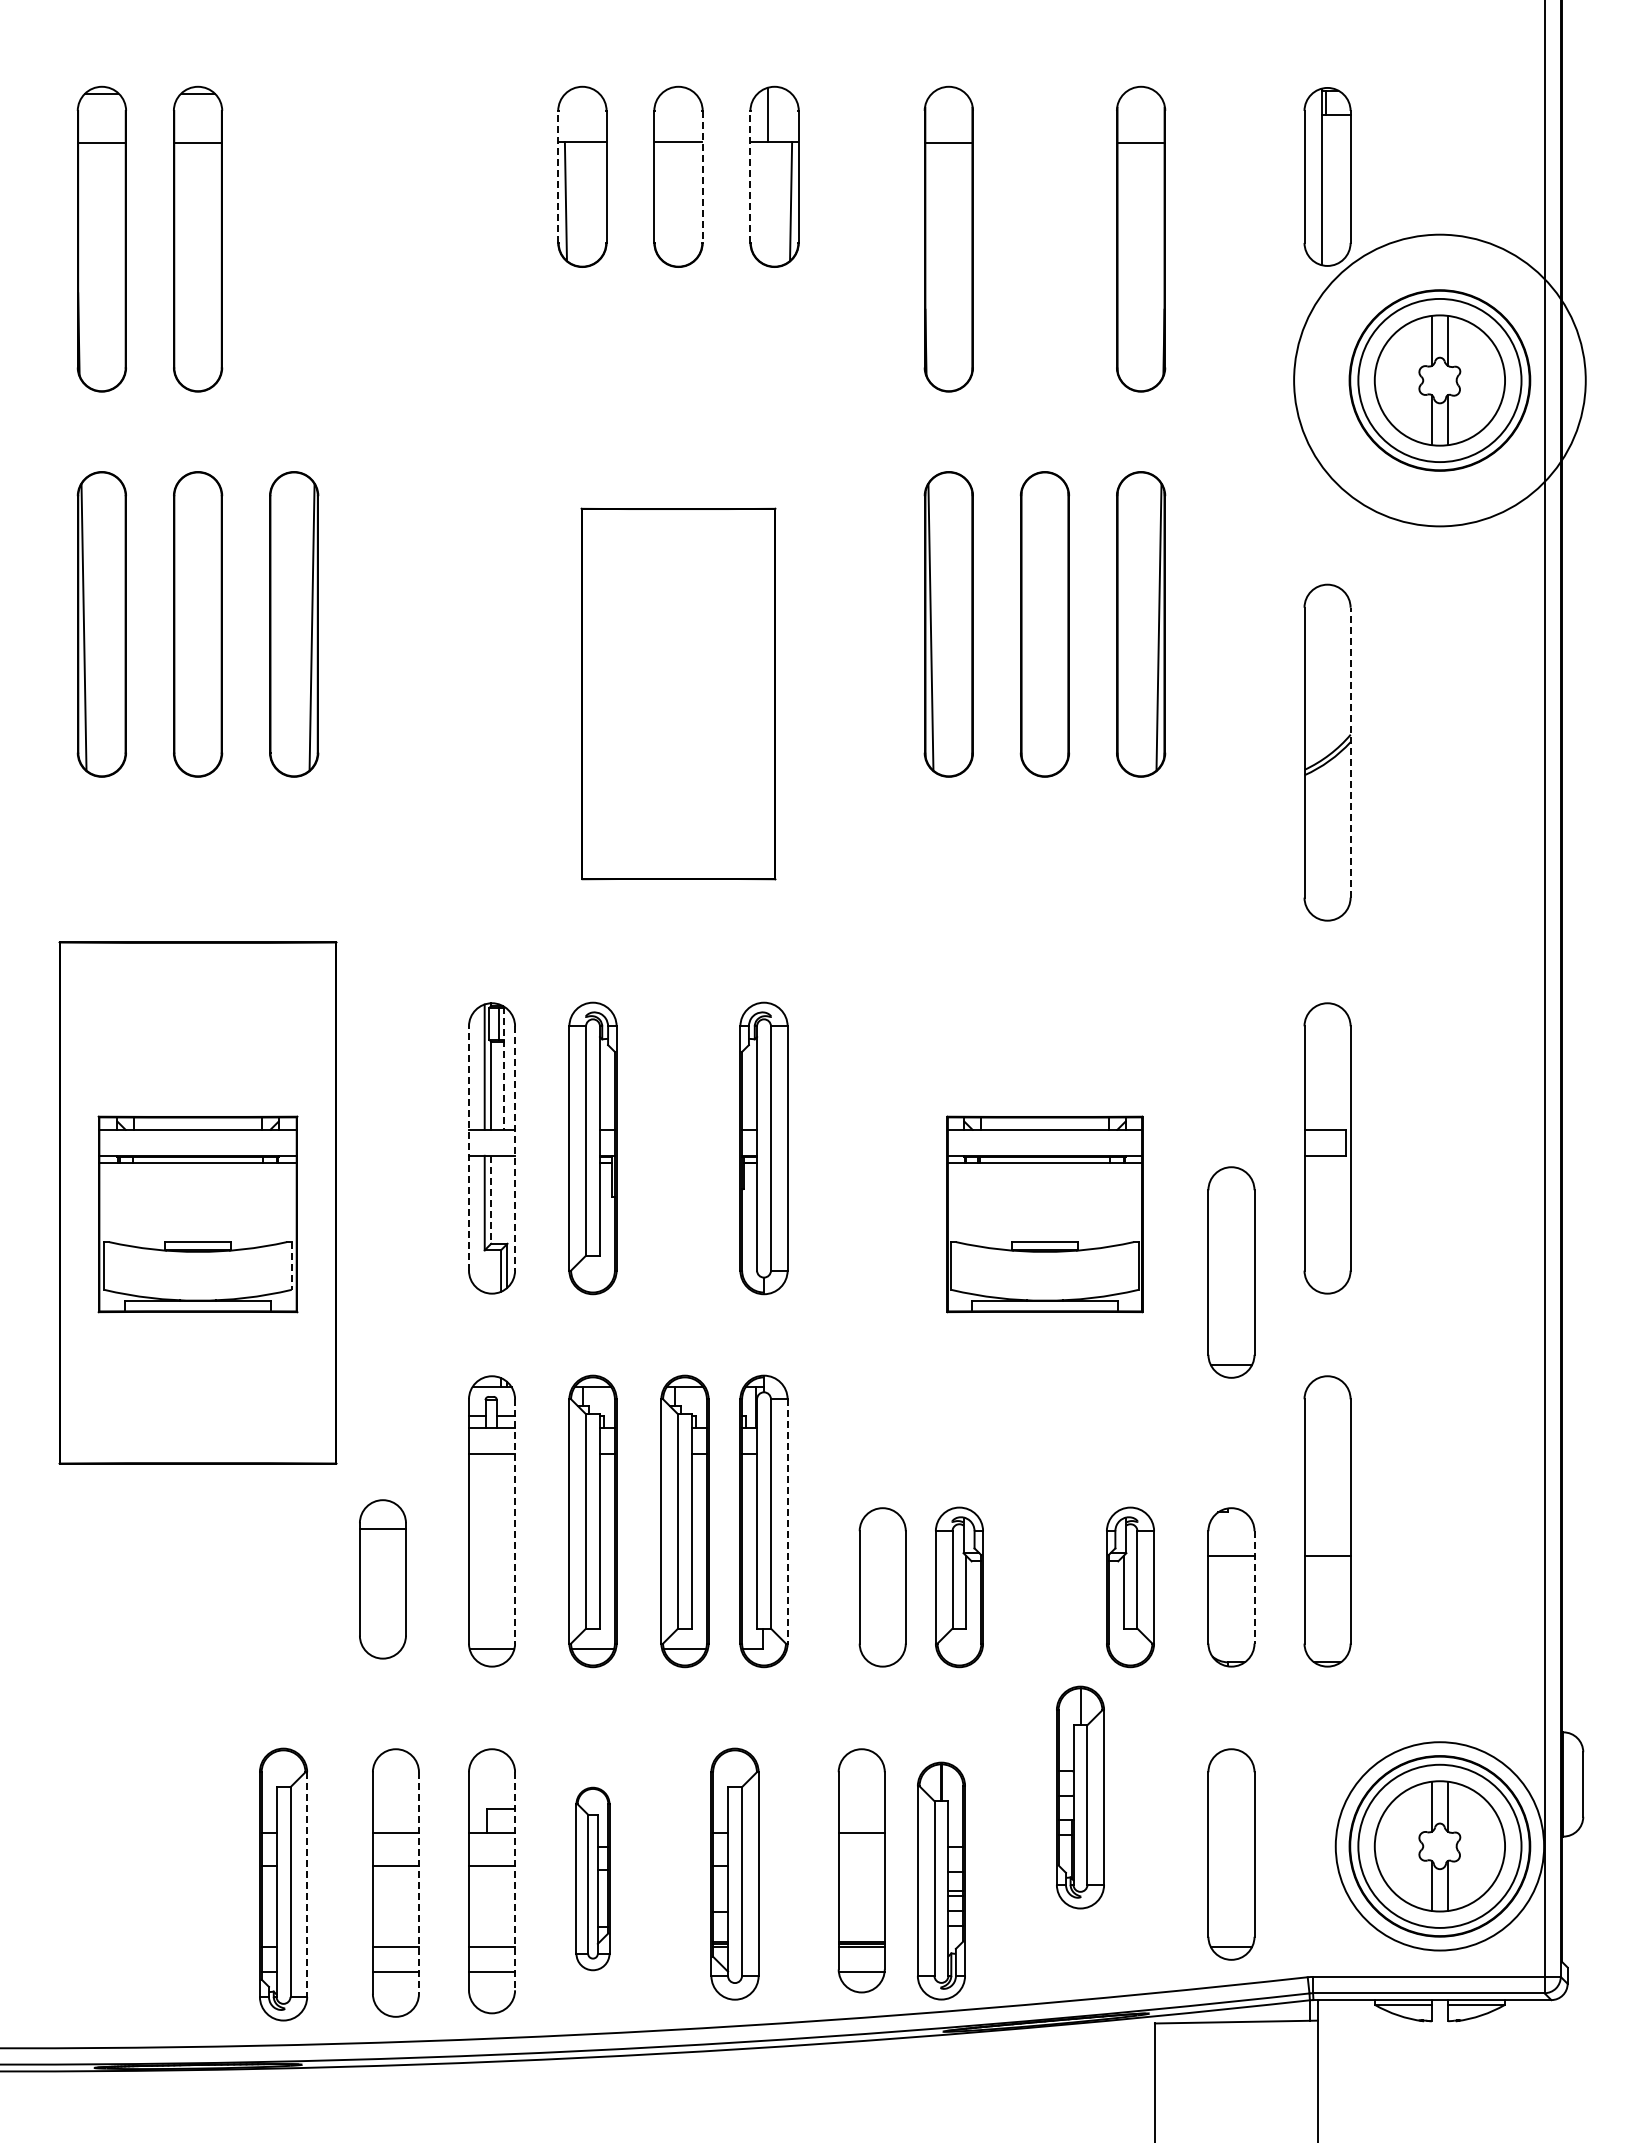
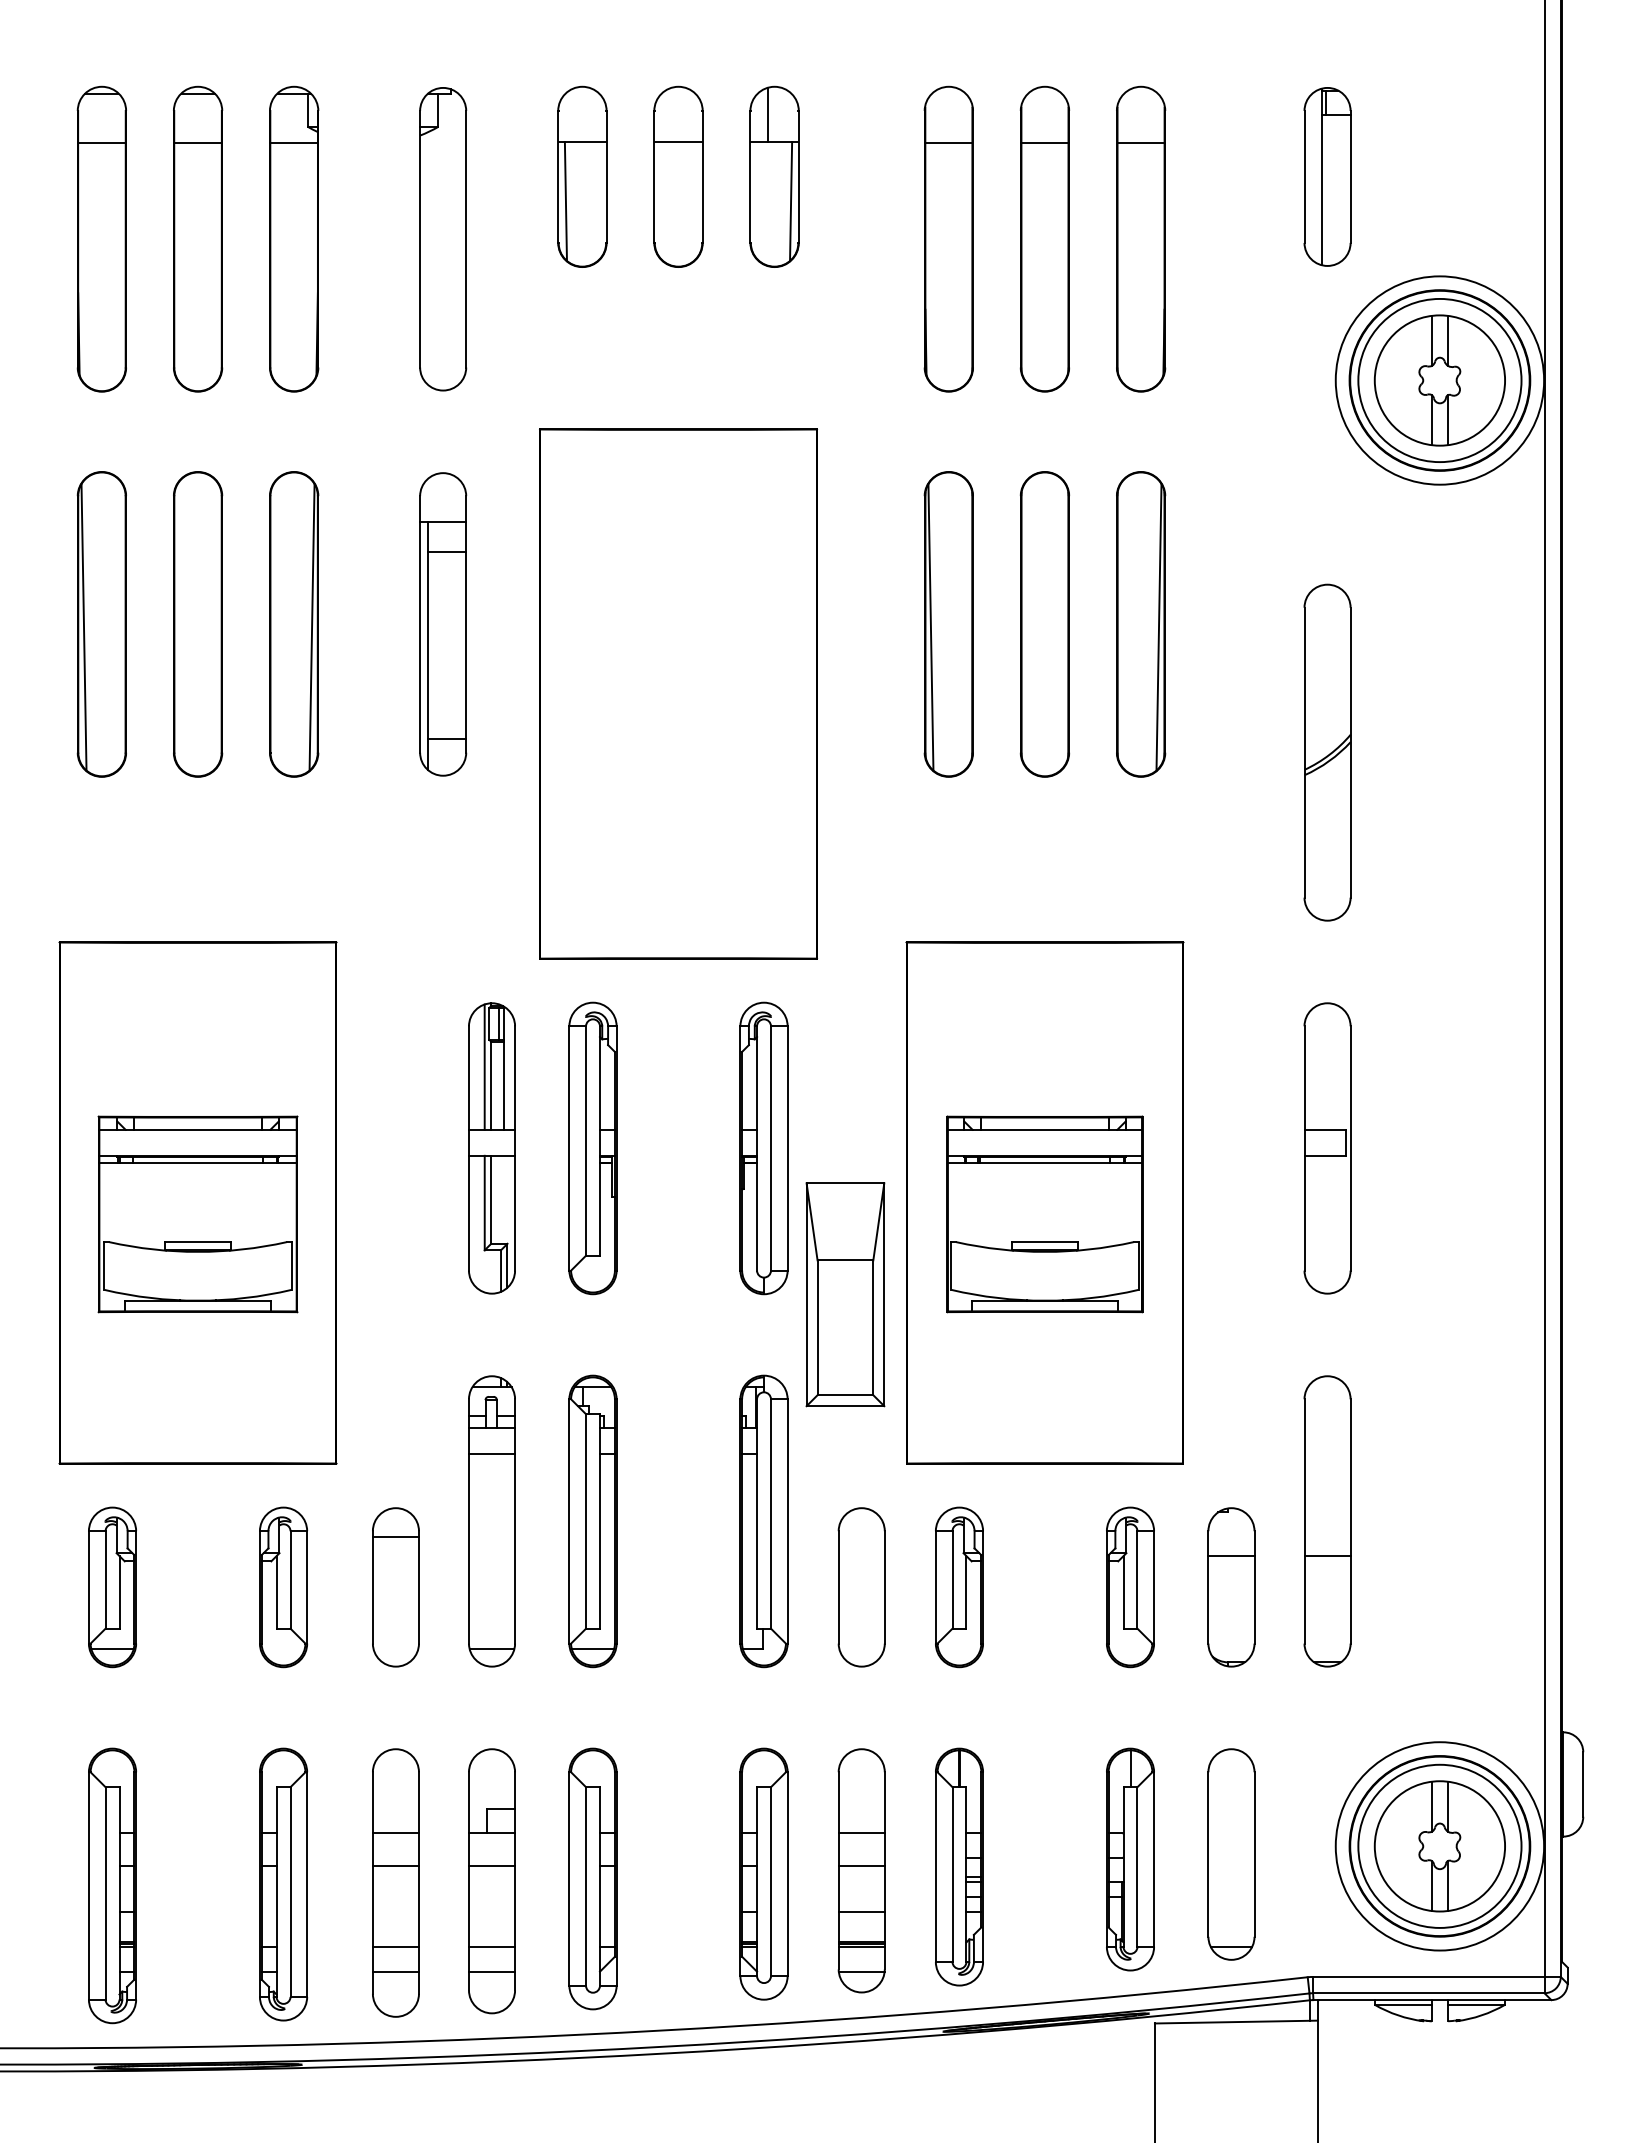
line at (558, 176): dashed -> solid
line at (702, 176): dashed -> solid
line at (750, 176): dashed -> solid
part at (294, 238): none -> present
part at (1044, 238): none -> present
part at (443, 239): none -> present
circle at (1439, 380) diameter: 292 px -> 208 px
part at (443, 624): none -> present
part at (678, 693) size: 197x374 px -> 279x532 px
line at (1350, 752): dashed -> solid
line at (504, 1068): dashed -> solid
line at (468, 1147): dashed -> solid
line at (515, 1148): dashed -> solid
line at (491, 1199): dashed -> solid
part at (1044, 1202): none -> present
line at (291, 1266): dashed -> solid
part at (1231, 1272): present -> none
part at (845, 1294): none -> present
line at (515, 1521): dashed -> solid
part at (684, 1521): present -> none
line at (787, 1521): dashed -> solid
part at (382, 1579) position: (382, 1579) -> (395, 1587)
part at (112, 1587): none -> present
part at (283, 1587): none -> present
part at (882, 1587) position: (882, 1587) -> (861, 1587)
line at (1254, 1587): dashed -> solid
part at (1080, 1797) position: (1080, 1797) -> (1130, 1859)
line at (861, 1865): none -> present
part at (734, 1873) position: (734, 1873) -> (763, 1873)
part at (592, 1878) size: 36x186 px -> 50x264 px
part at (941, 1880) position: (941, 1880) -> (959, 1866)
line at (515, 1881): dashed -> solid
line at (418, 1883): dashed -> solid
part at (112, 1885): none -> present
line at (307, 1885): dashed -> solid
line at (861, 1911): none -> present
